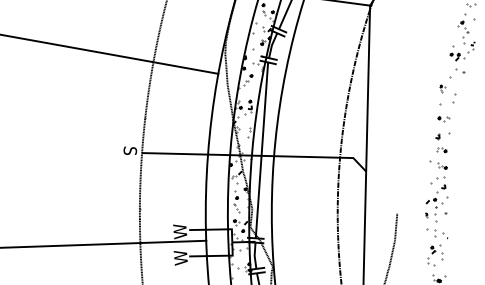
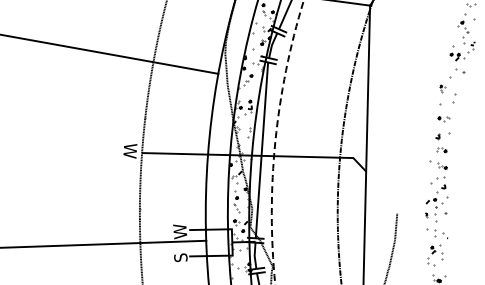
arc at (275, 139): solid -> dashed
text at (130, 151): S -> W
text at (180, 258): W -> S
